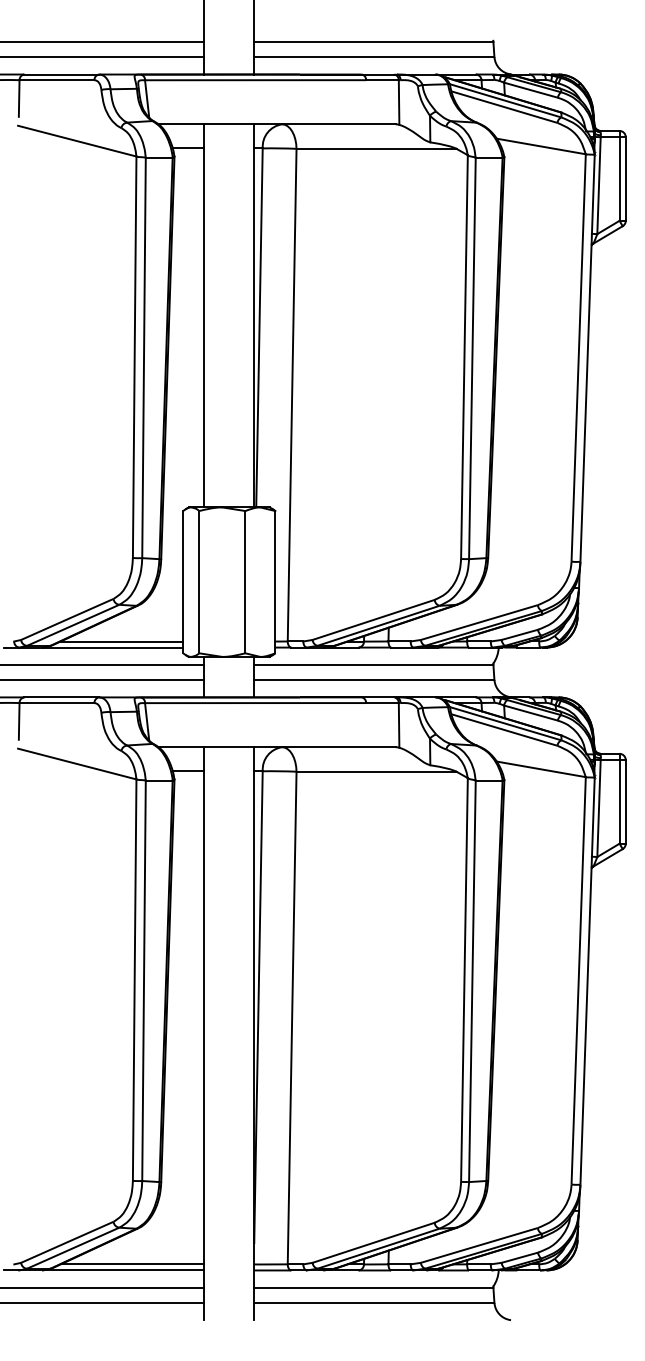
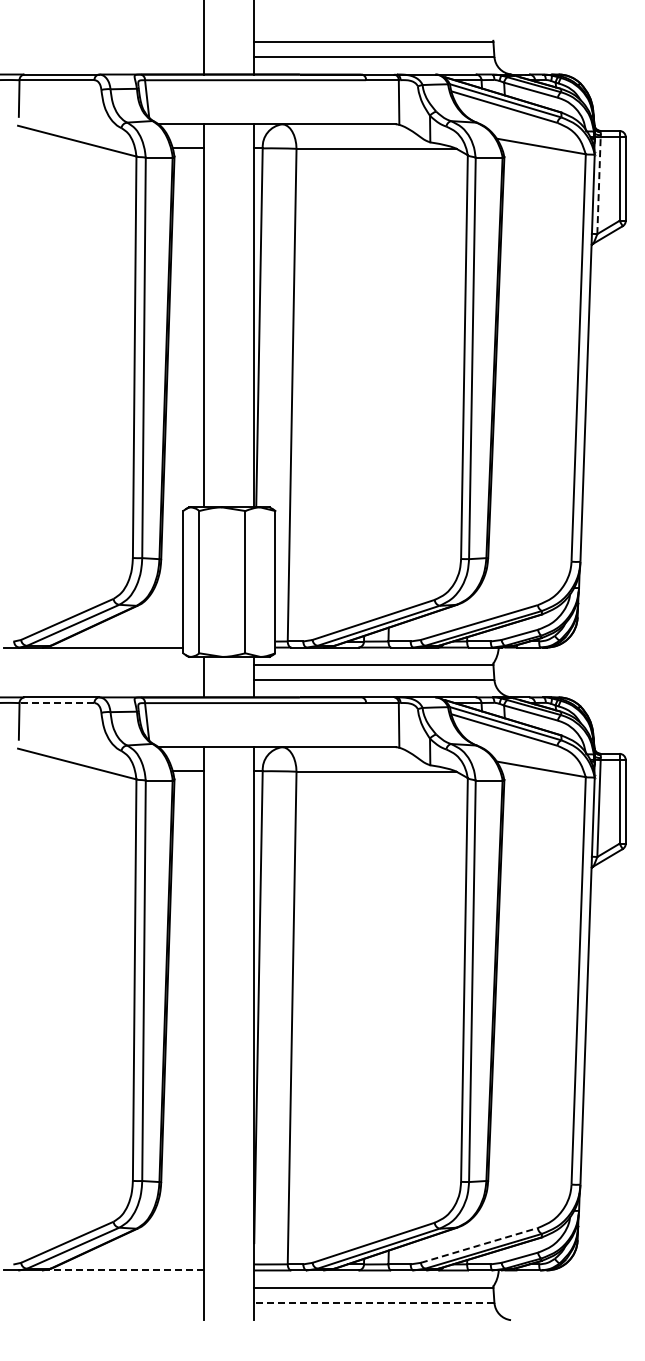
line at (103, 42): present -> none
line at (103, 57): present -> none
line at (599, 185): solid -> dashed
line at (122, 641): present -> none
line at (103, 664): present -> none
line at (103, 680): present -> none
line at (56, 703): solid -> dashed
line at (479, 1245): solid -> dashed
line at (132, 1264): present -> none
line at (123, 1270): solid -> dashed
line at (103, 1287): present -> none
line at (103, 1302): present -> none
line at (373, 1302): solid -> dashed
